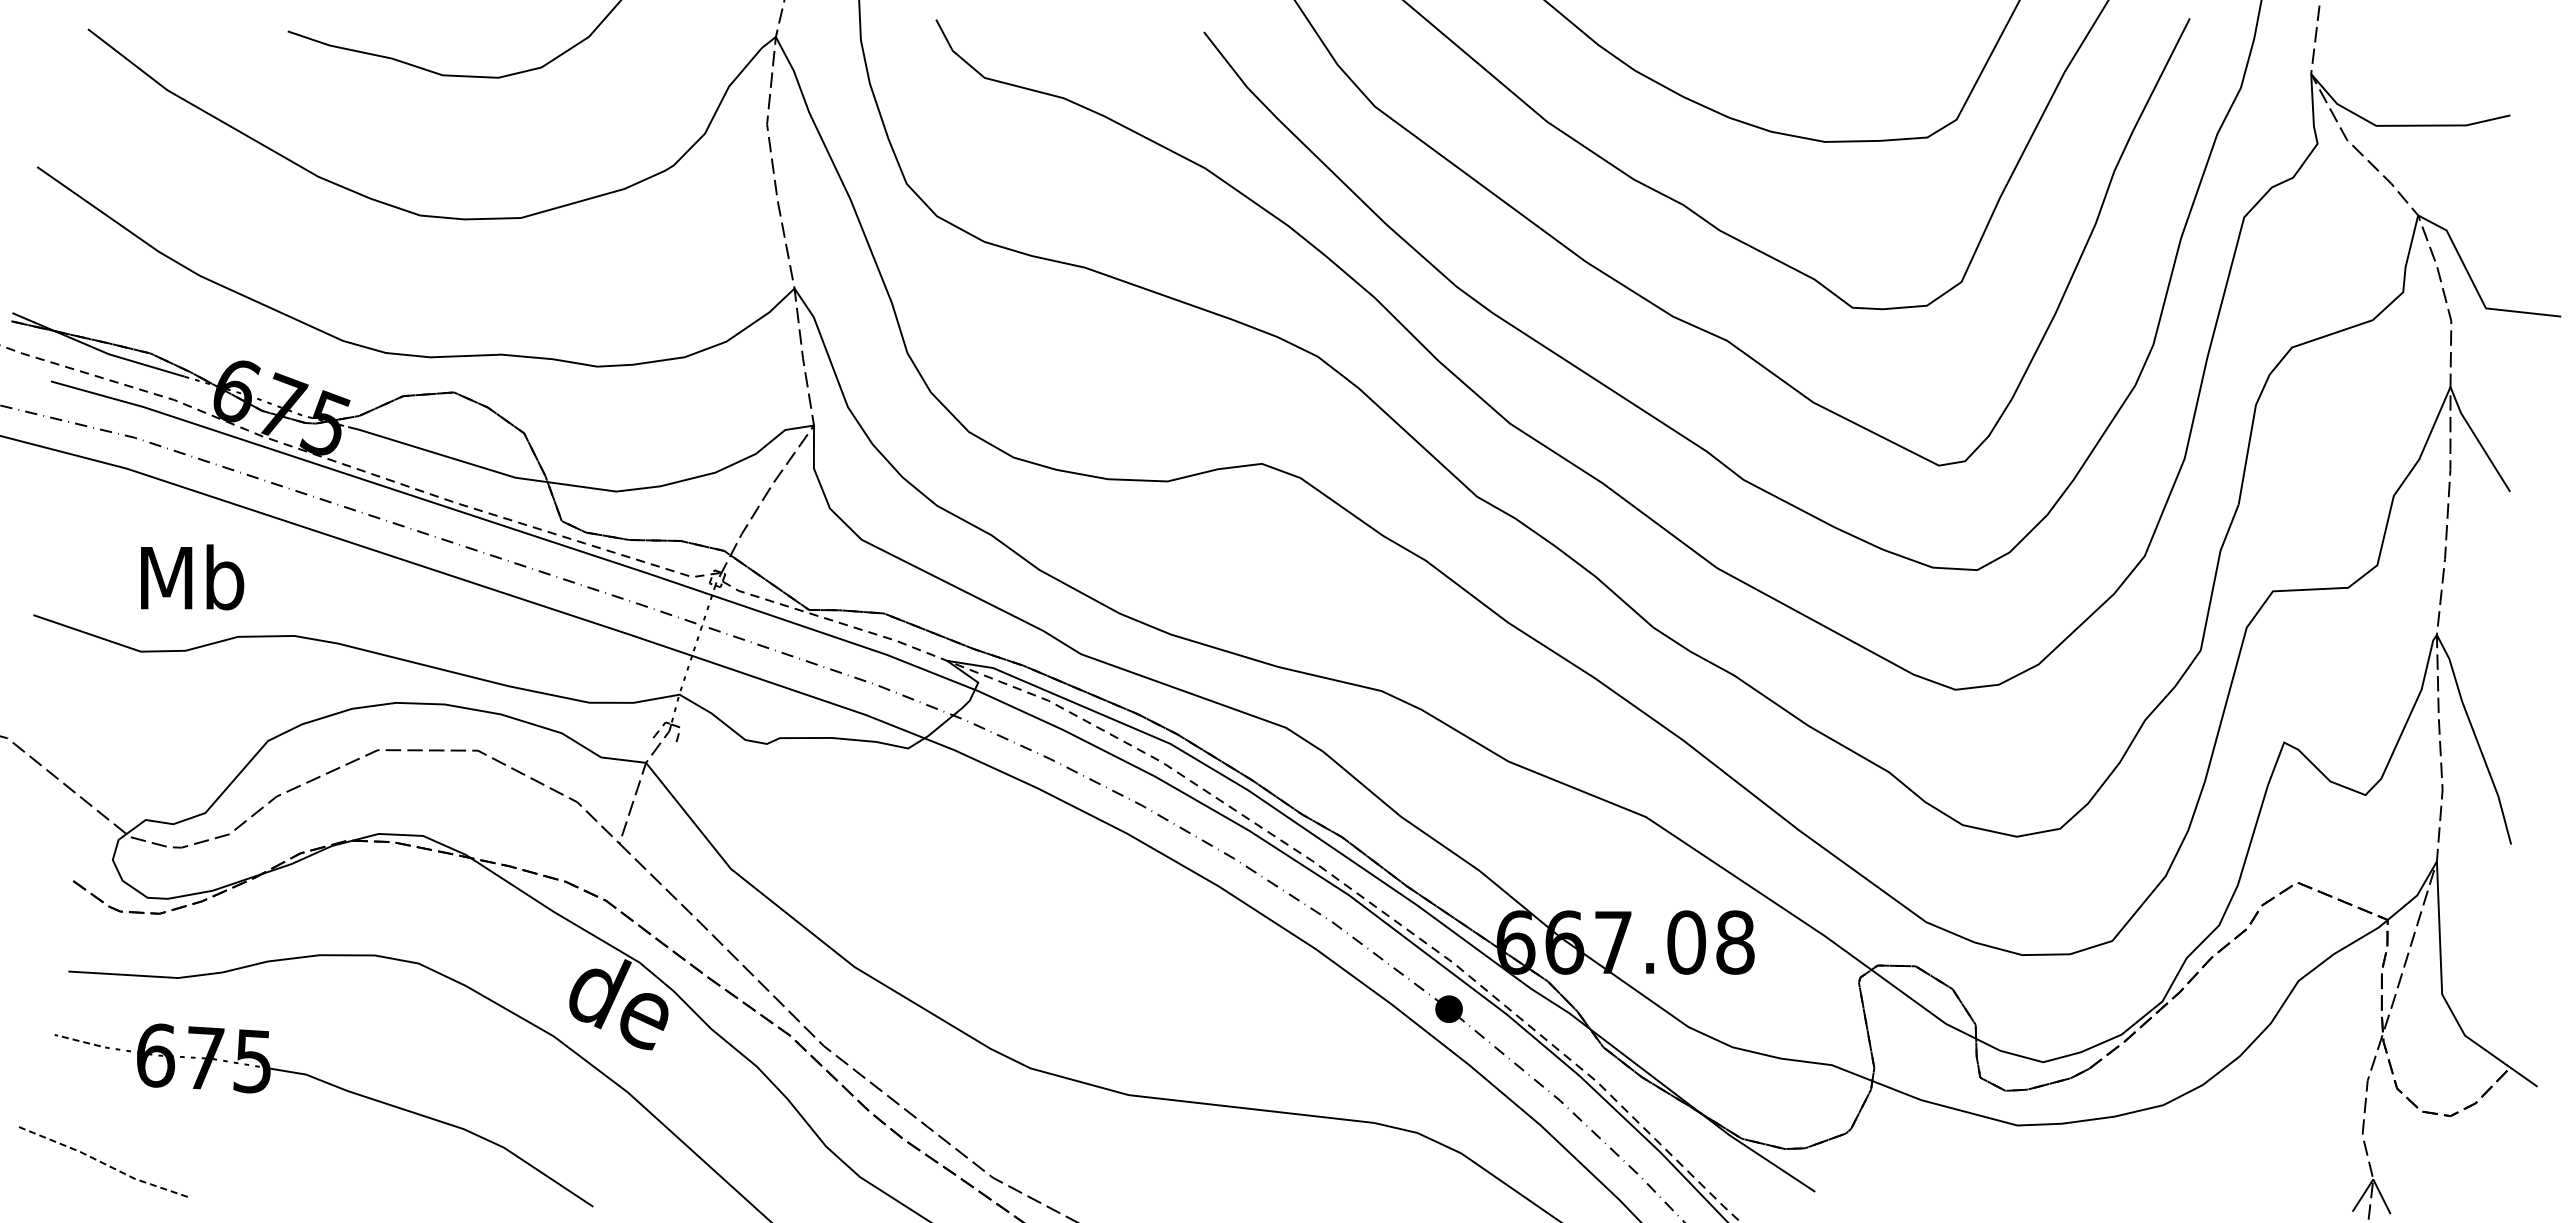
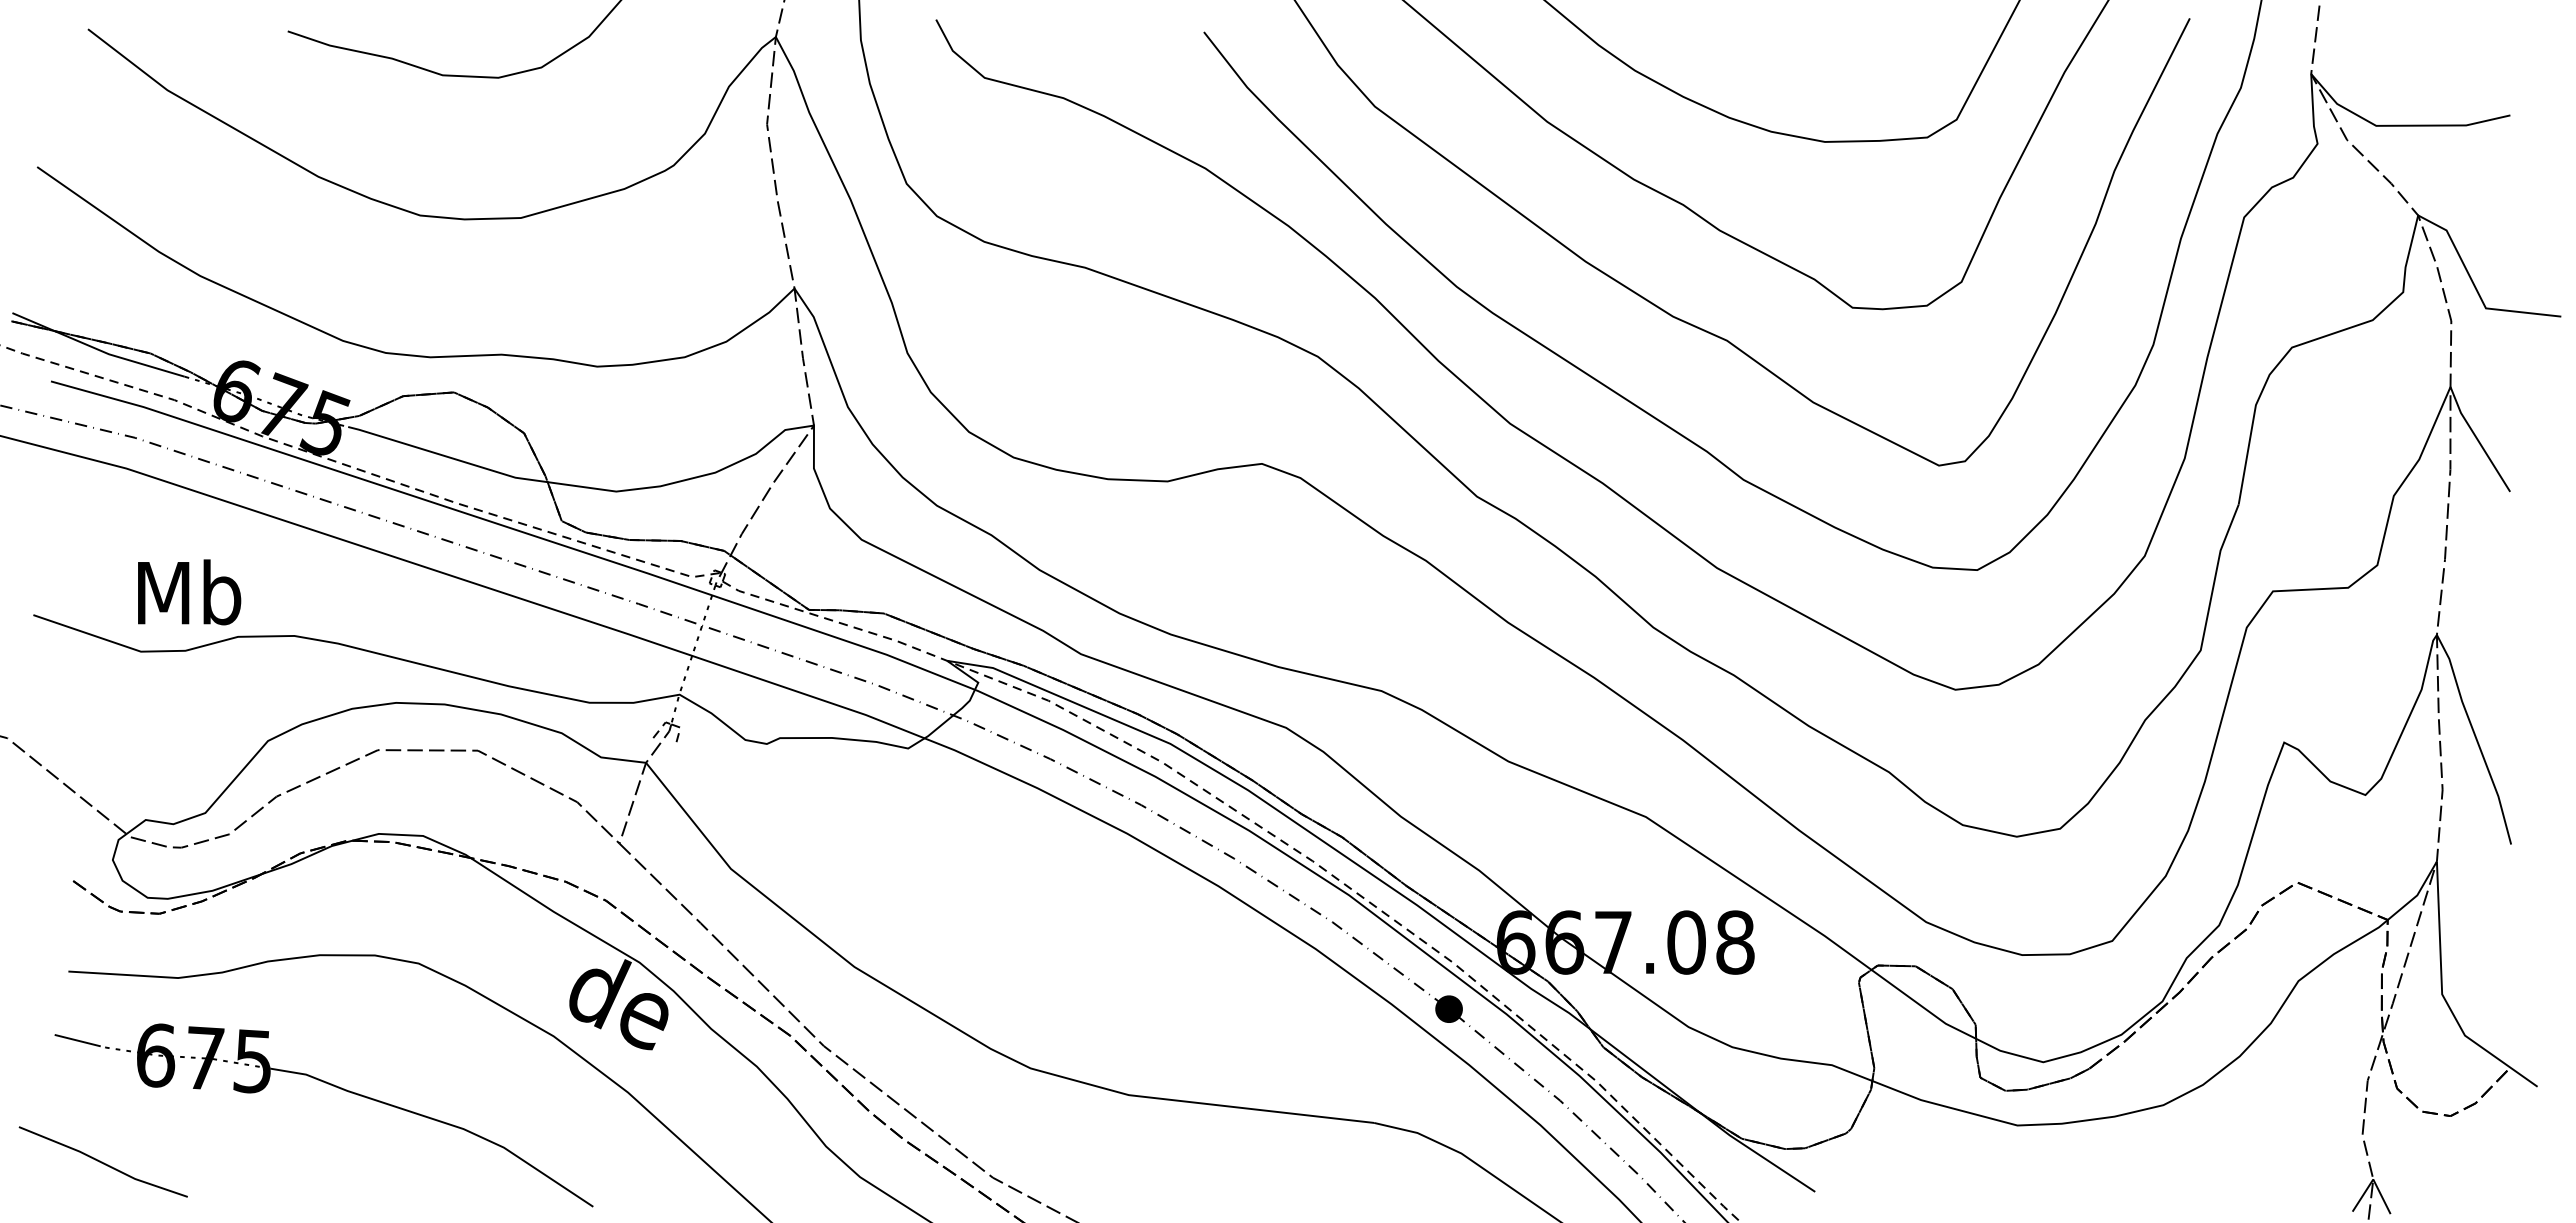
text at (192, 577) position: (192, 577) -> (189, 592)
line at (77, 1040): dashed -> solid
line at (103, 1163): dashed -> solid
